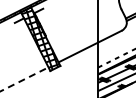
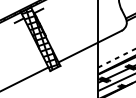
line at (24, 79): dashed -> solid
